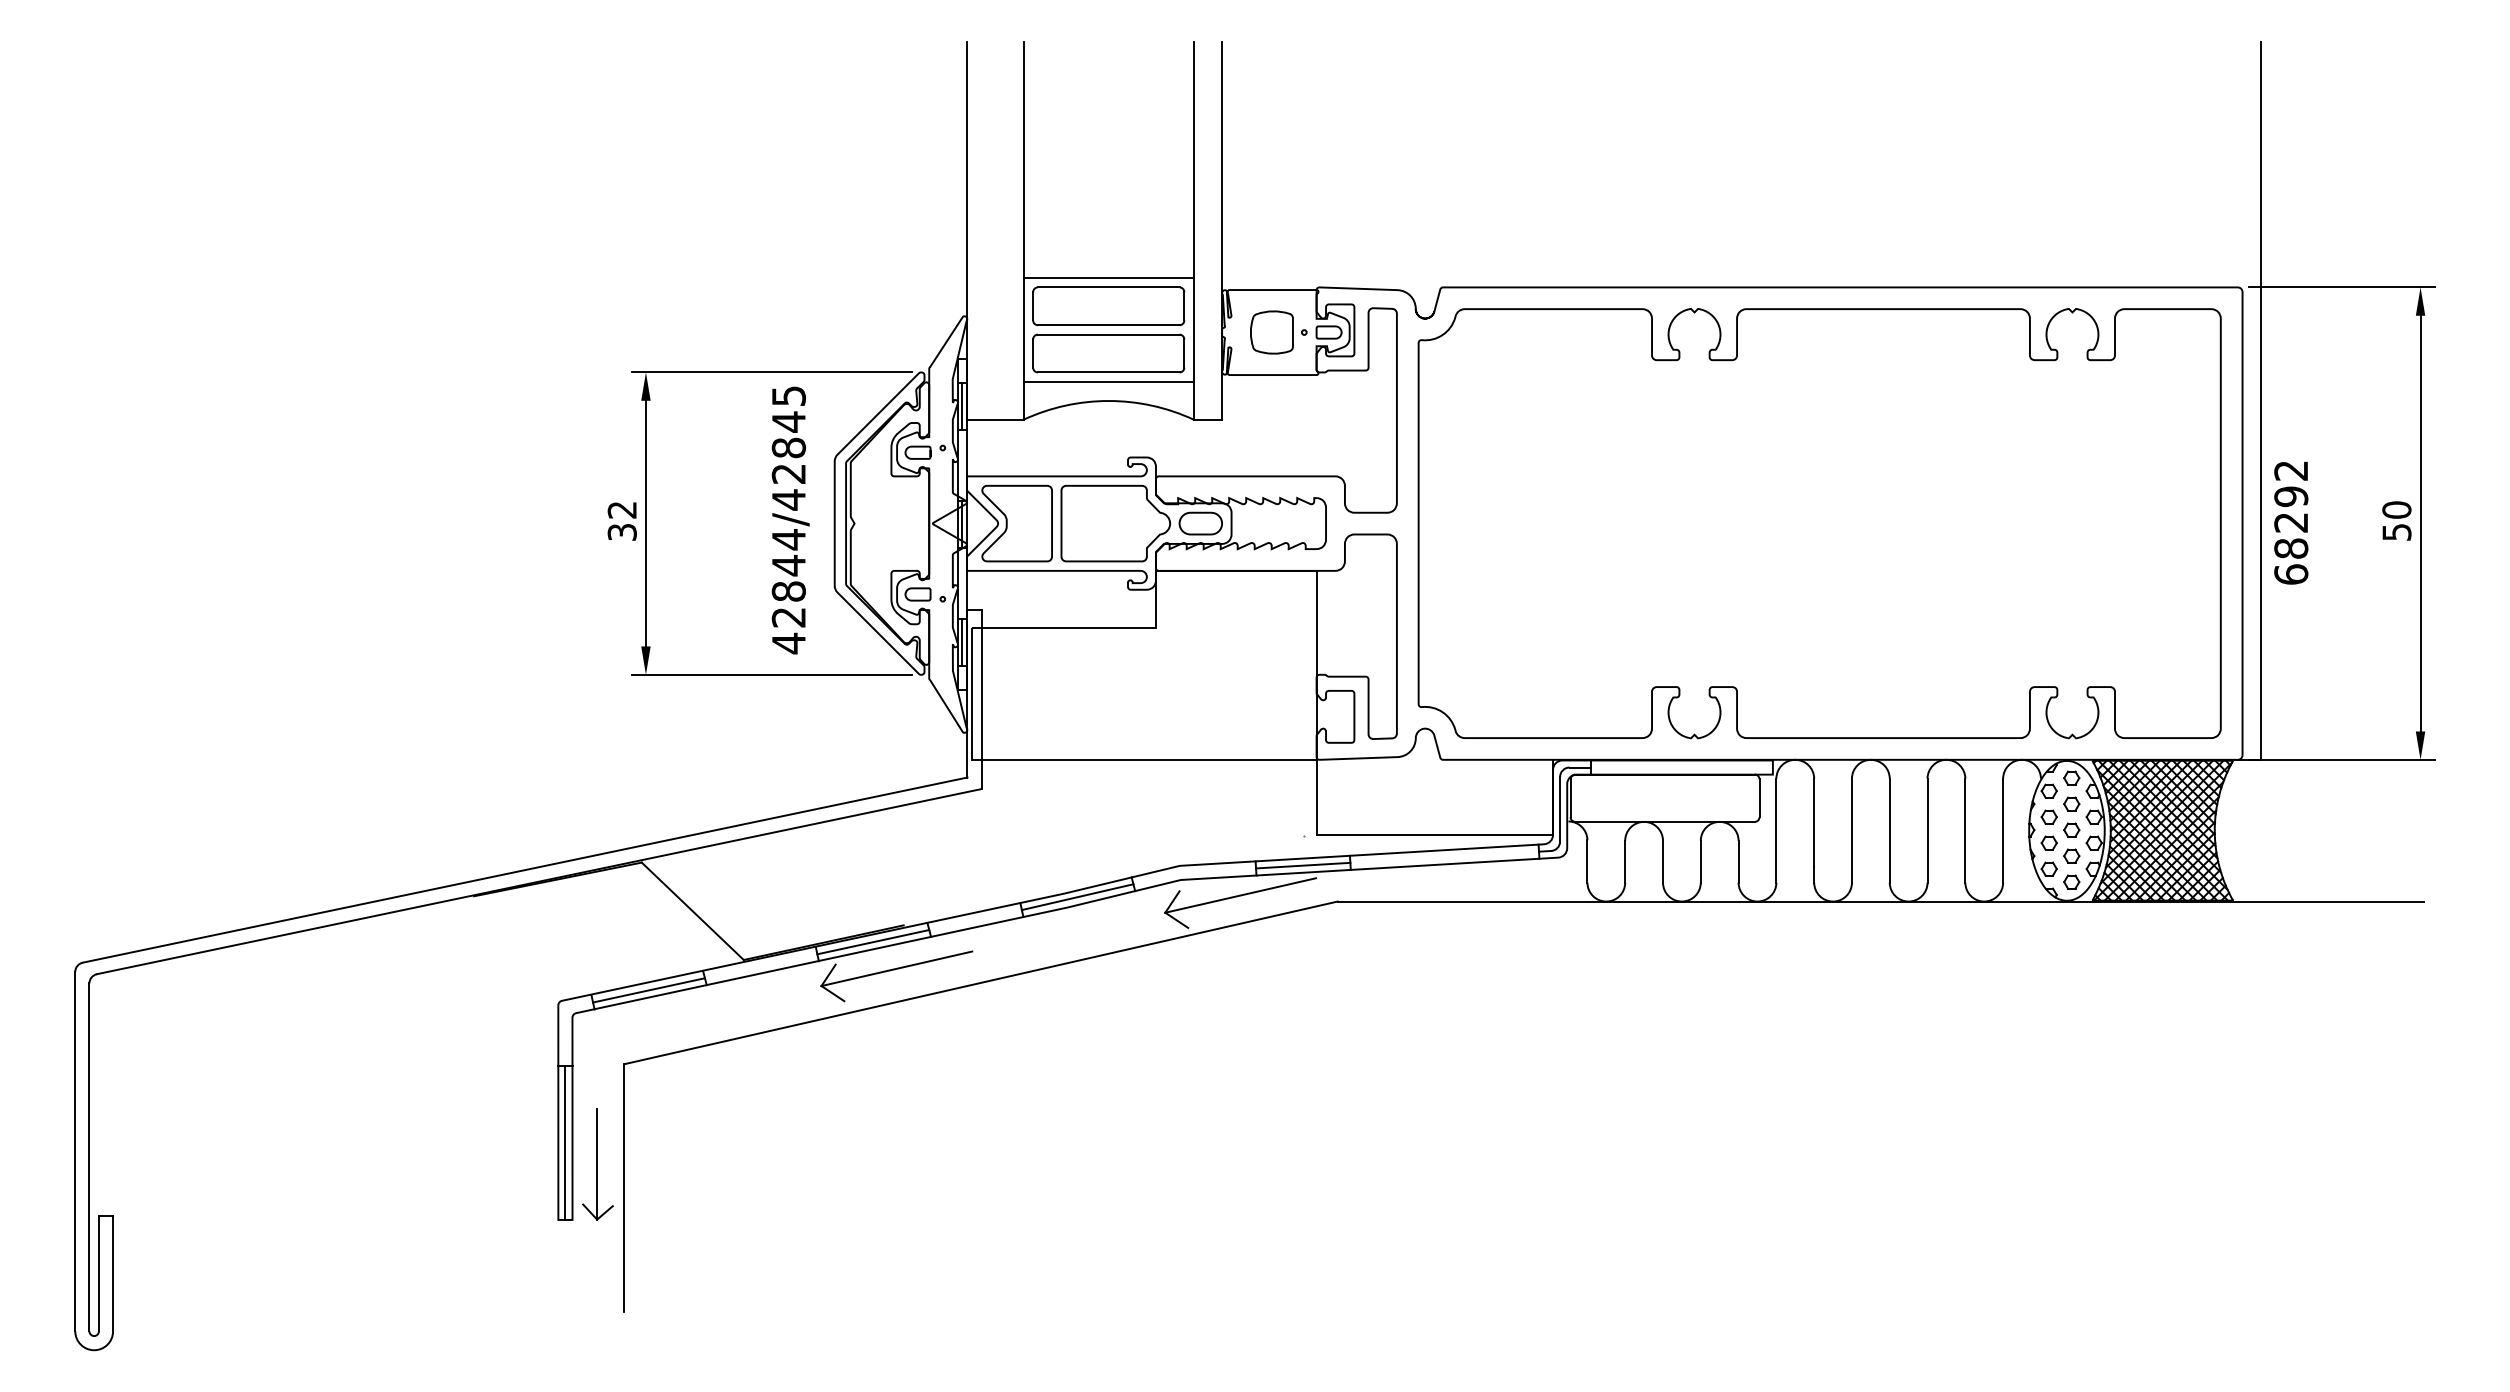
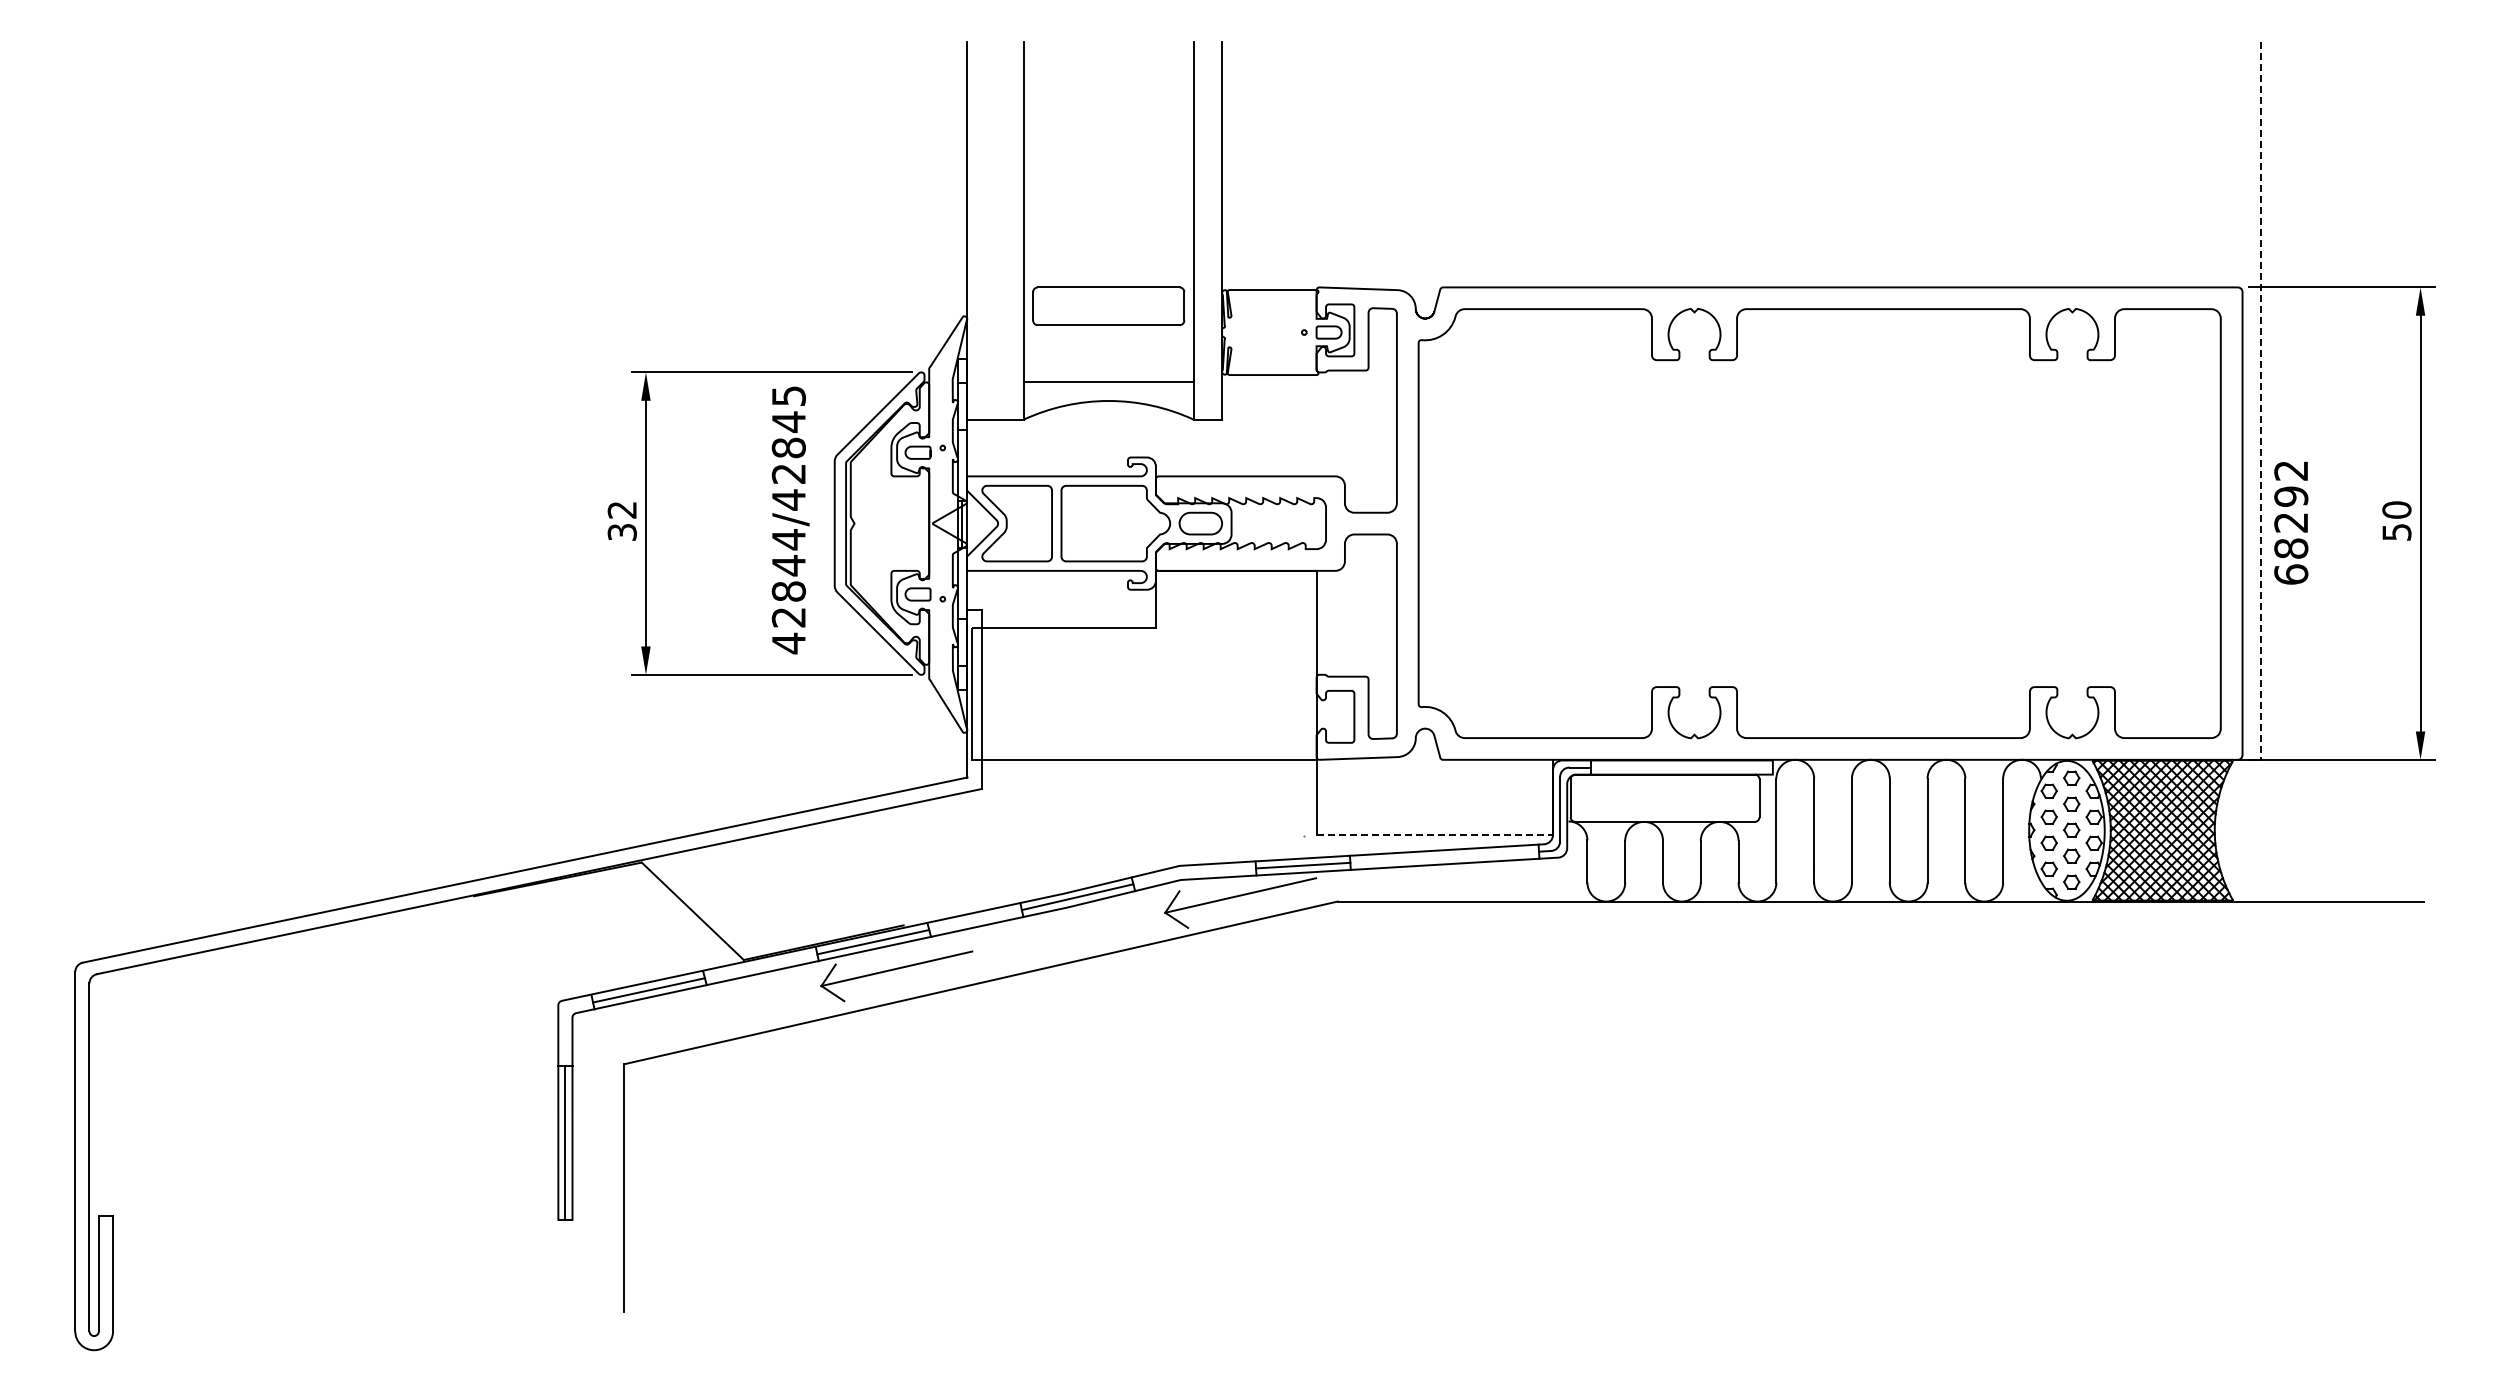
line at (1108, 277): present -> none
part at (1271, 332): present -> none
part at (1108, 353): present -> none
line at (2261, 401): solid -> dashed
line at (962, 406): present -> none
line at (962, 642): present -> none
line at (1435, 835): solid -> dashed
part at (597, 1164): present -> none
